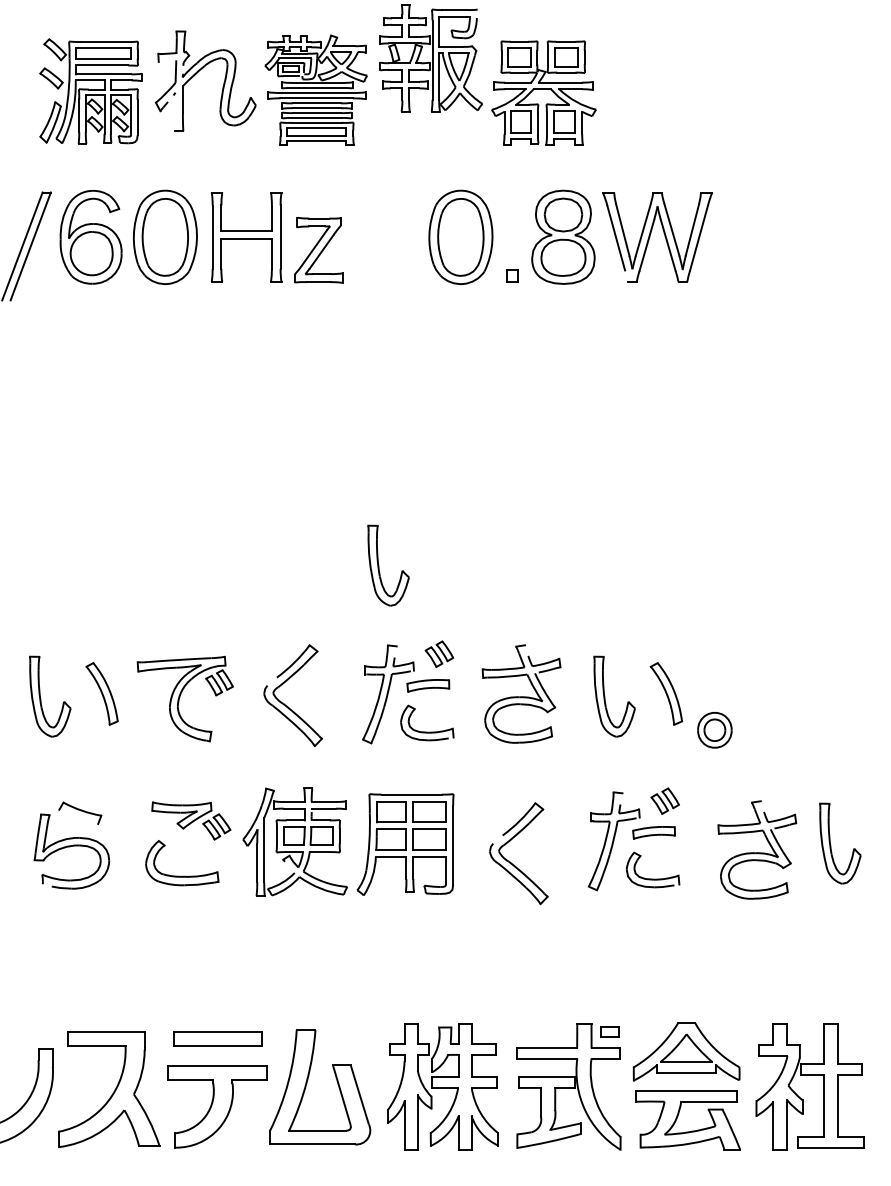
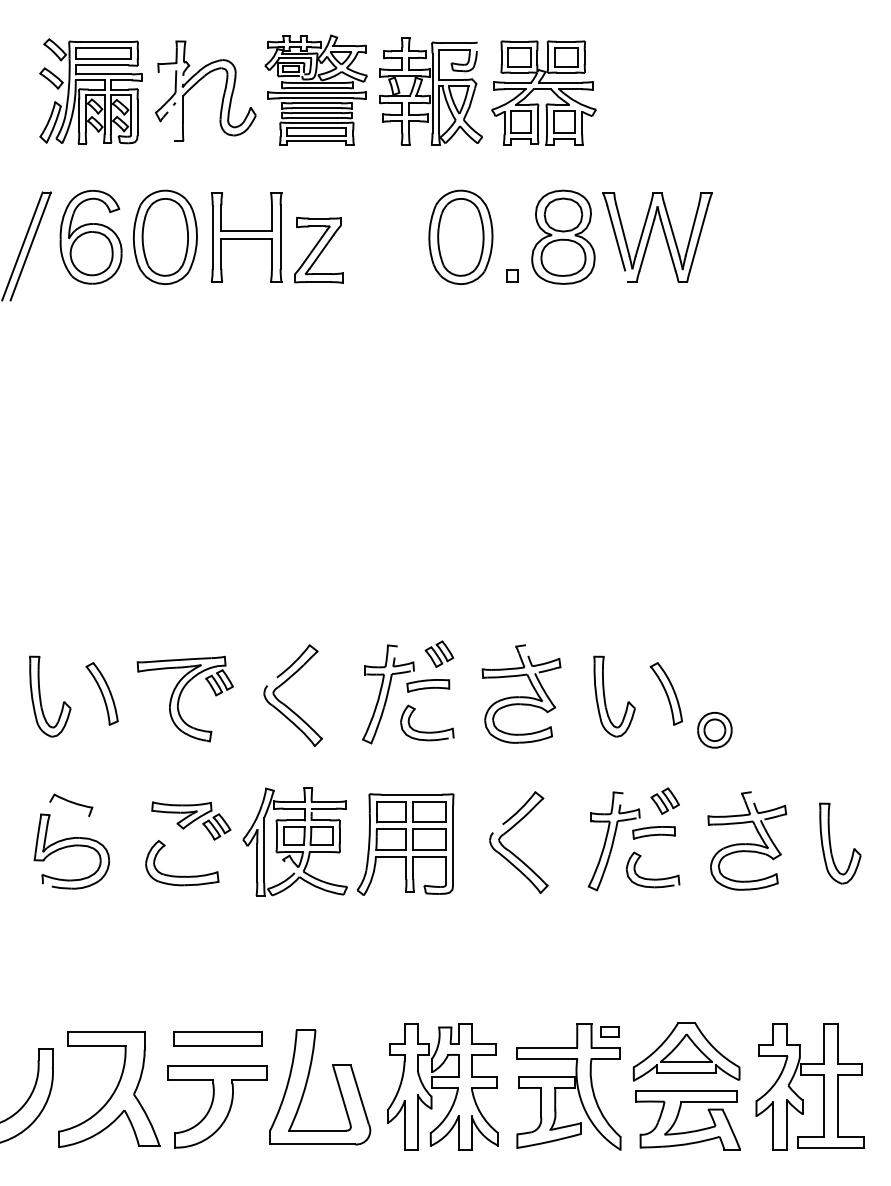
part at (430, 58) position: (430, 58) -> (430, 91)
part at (198, 72) position: (198, 72) -> (198, 82)
part at (379, 565): present -> none
part at (80, 812) position: (80, 812) -> (71, 804)
part at (757, 849) position: (757, 849) -> (747, 840)
part at (510, 861) position: (510, 861) -> (510, 850)
